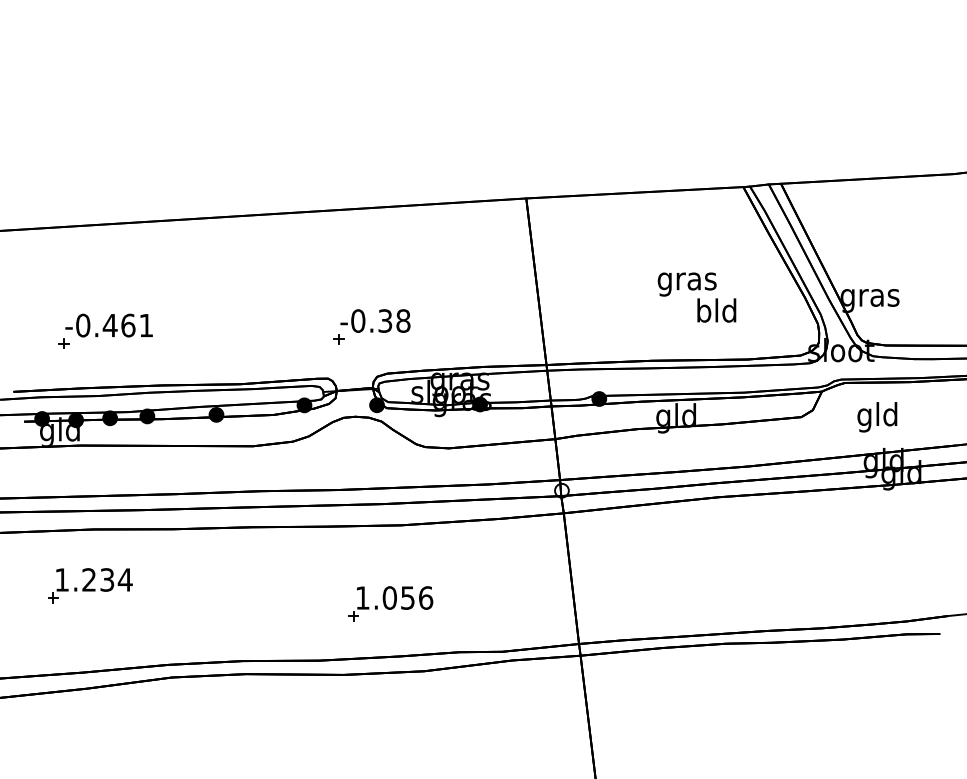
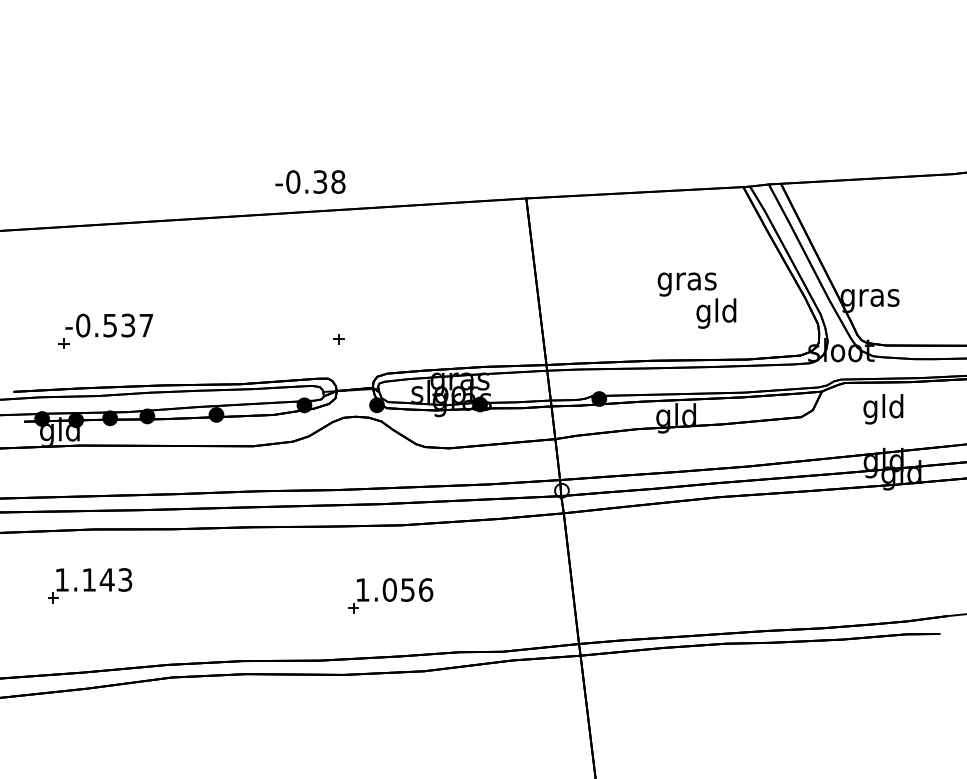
text at (703, 313): bld -> gld
text at (375, 320) position: (375, 320) -> (310, 181)
text at (127, 325): -0.461 -> -0.537
text at (877, 417) position: (877, 417) -> (883, 409)
text at (107, 579): 1.234 -> 1.143
part at (390, 603) position: (390, 603) -> (390, 595)
